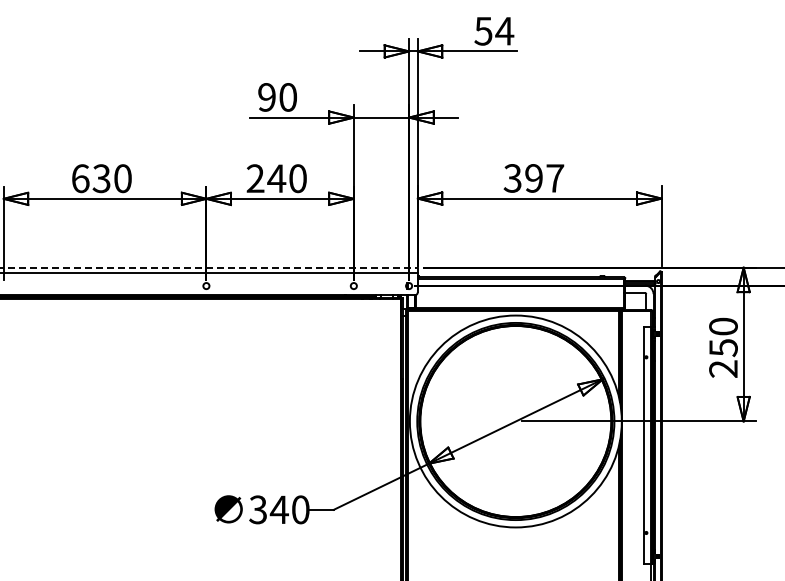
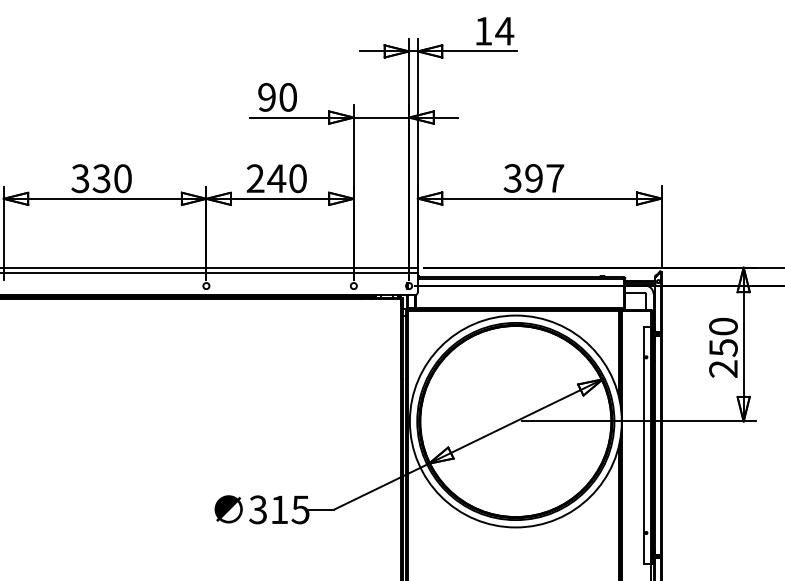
text at (483, 31): 54 -> 14
text at (80, 178): 630 -> 330
line at (209, 267): dashed -> solid
text at (289, 509): 340 -> 315
